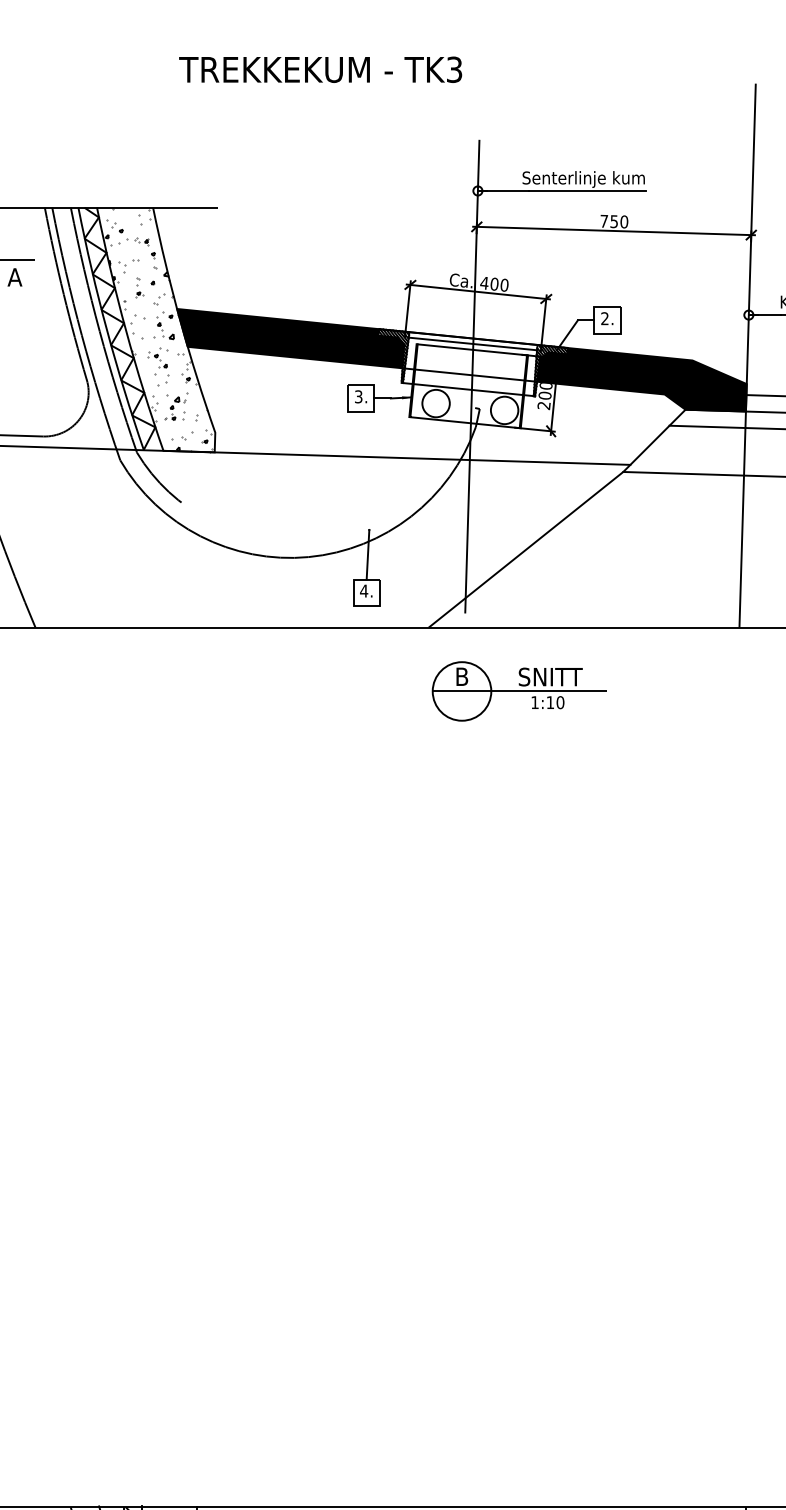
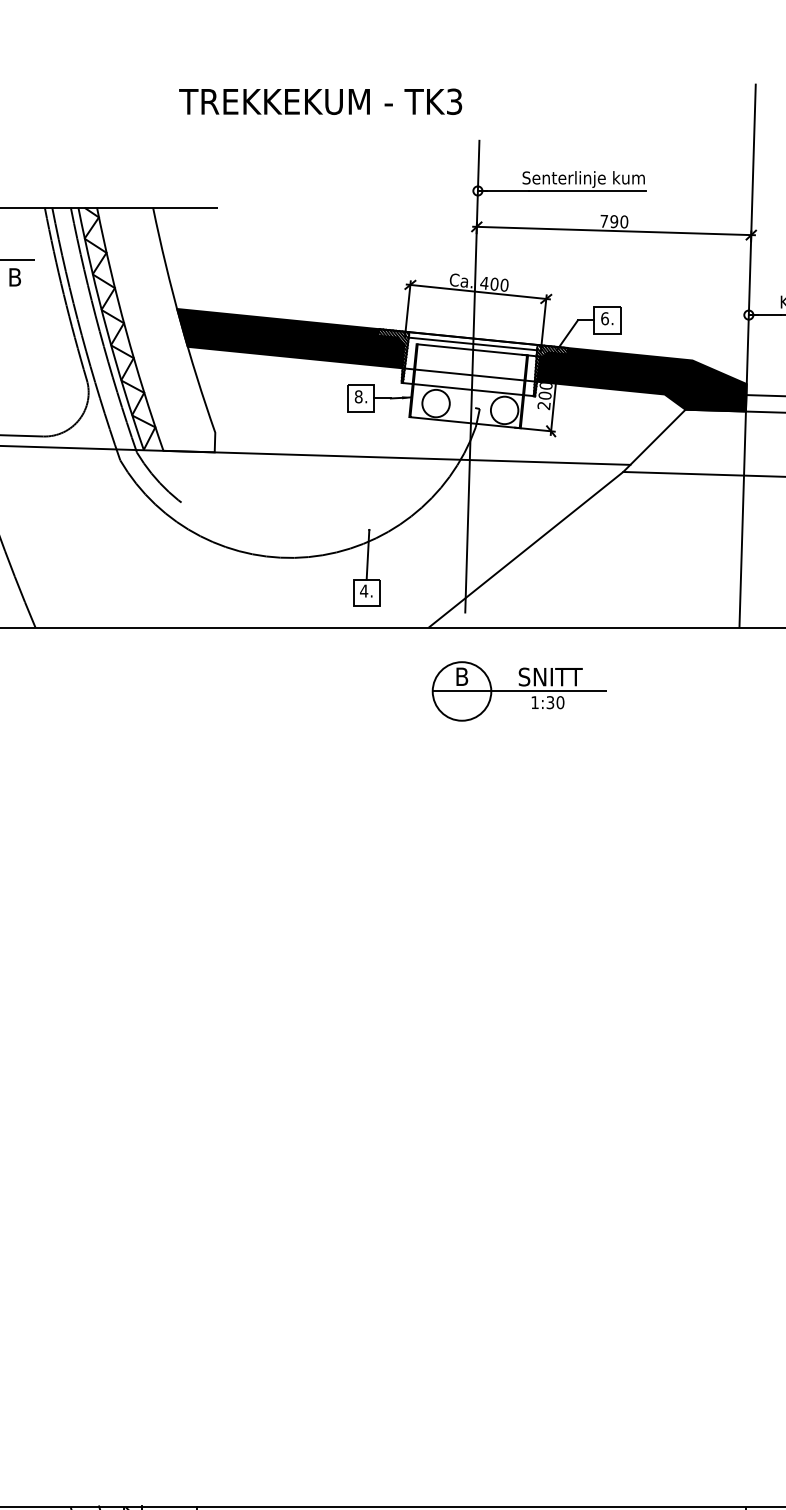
text at (320, 69) position: (320, 69) -> (320, 101)
text at (614, 221): 750 -> 790
text at (14, 277): A -> B
text at (604, 318): 2. -> 6.
hatch at (158, 329): present -> none
text at (358, 396): 3. -> 8.
line at (725, 427): present -> none
text at (550, 702): 1:10 -> 1:30
